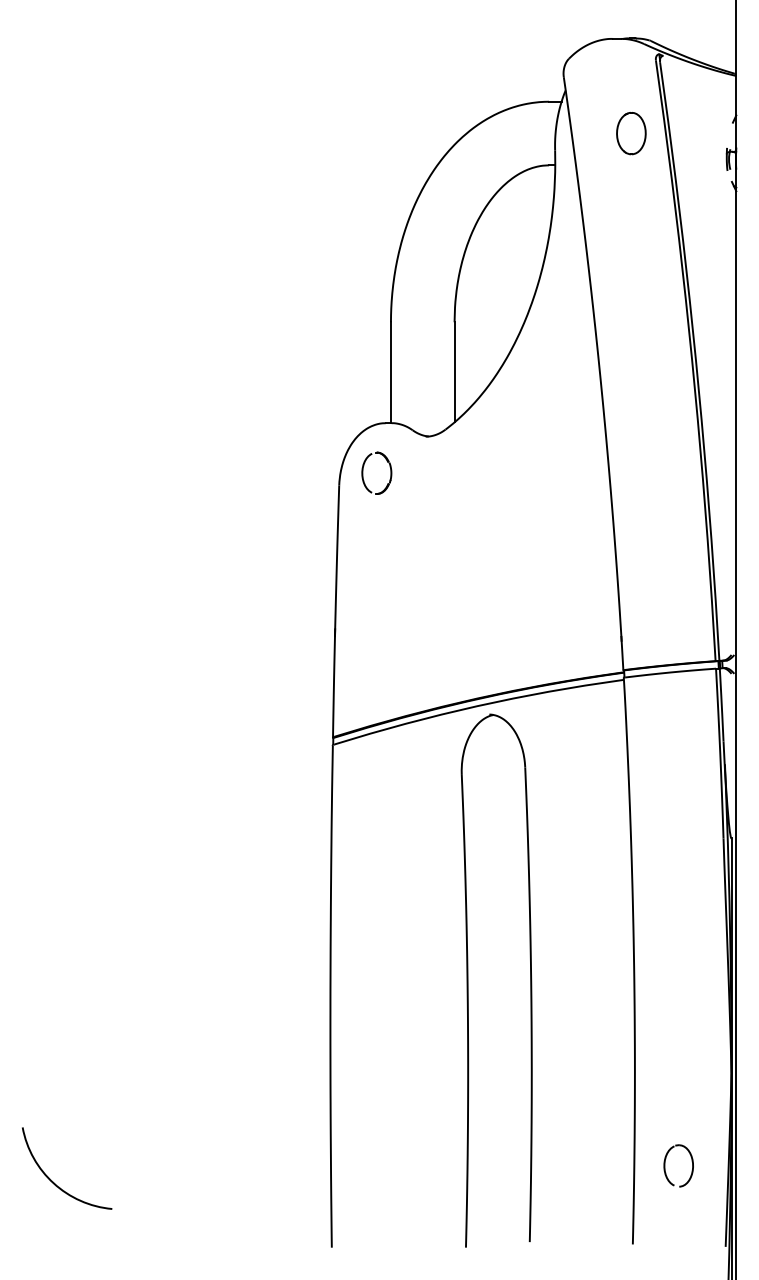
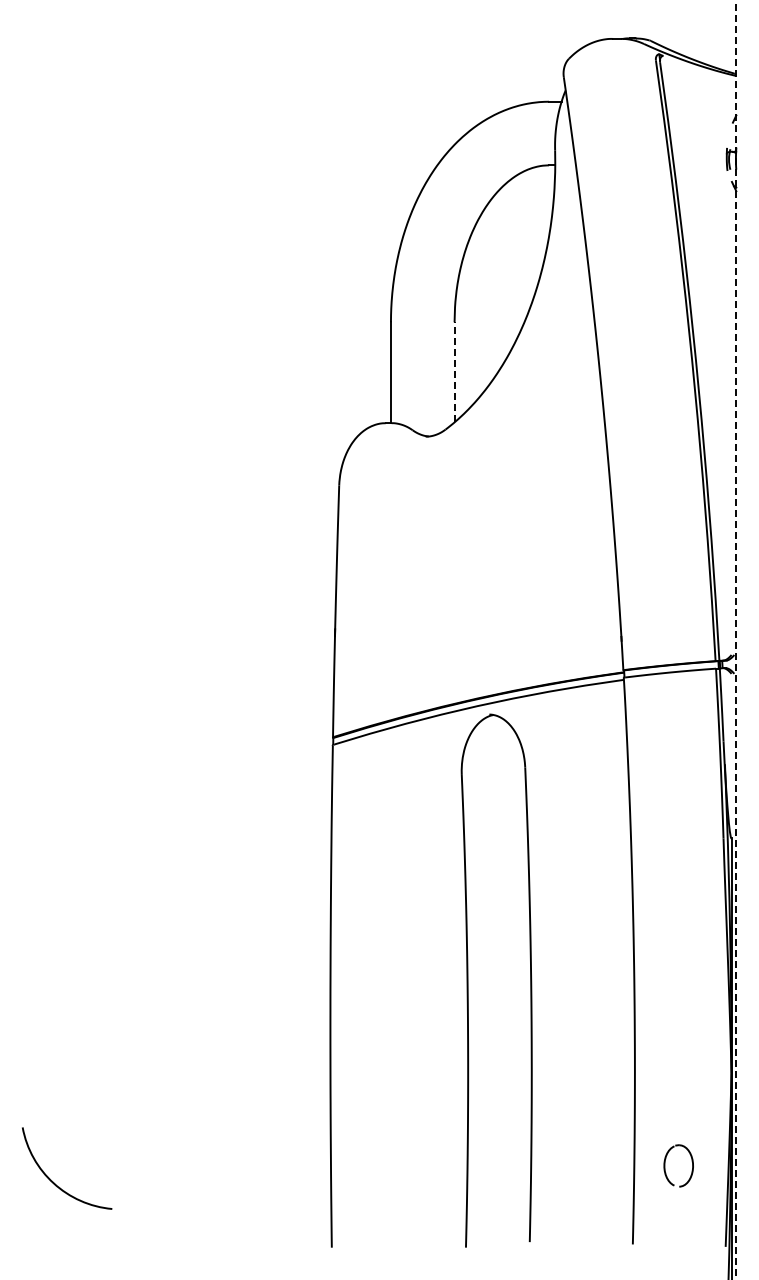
part at (631, 133): present -> none
line at (454, 371): solid -> dashed
part at (363, 472): present -> none
line at (736, 640): solid -> dashed
